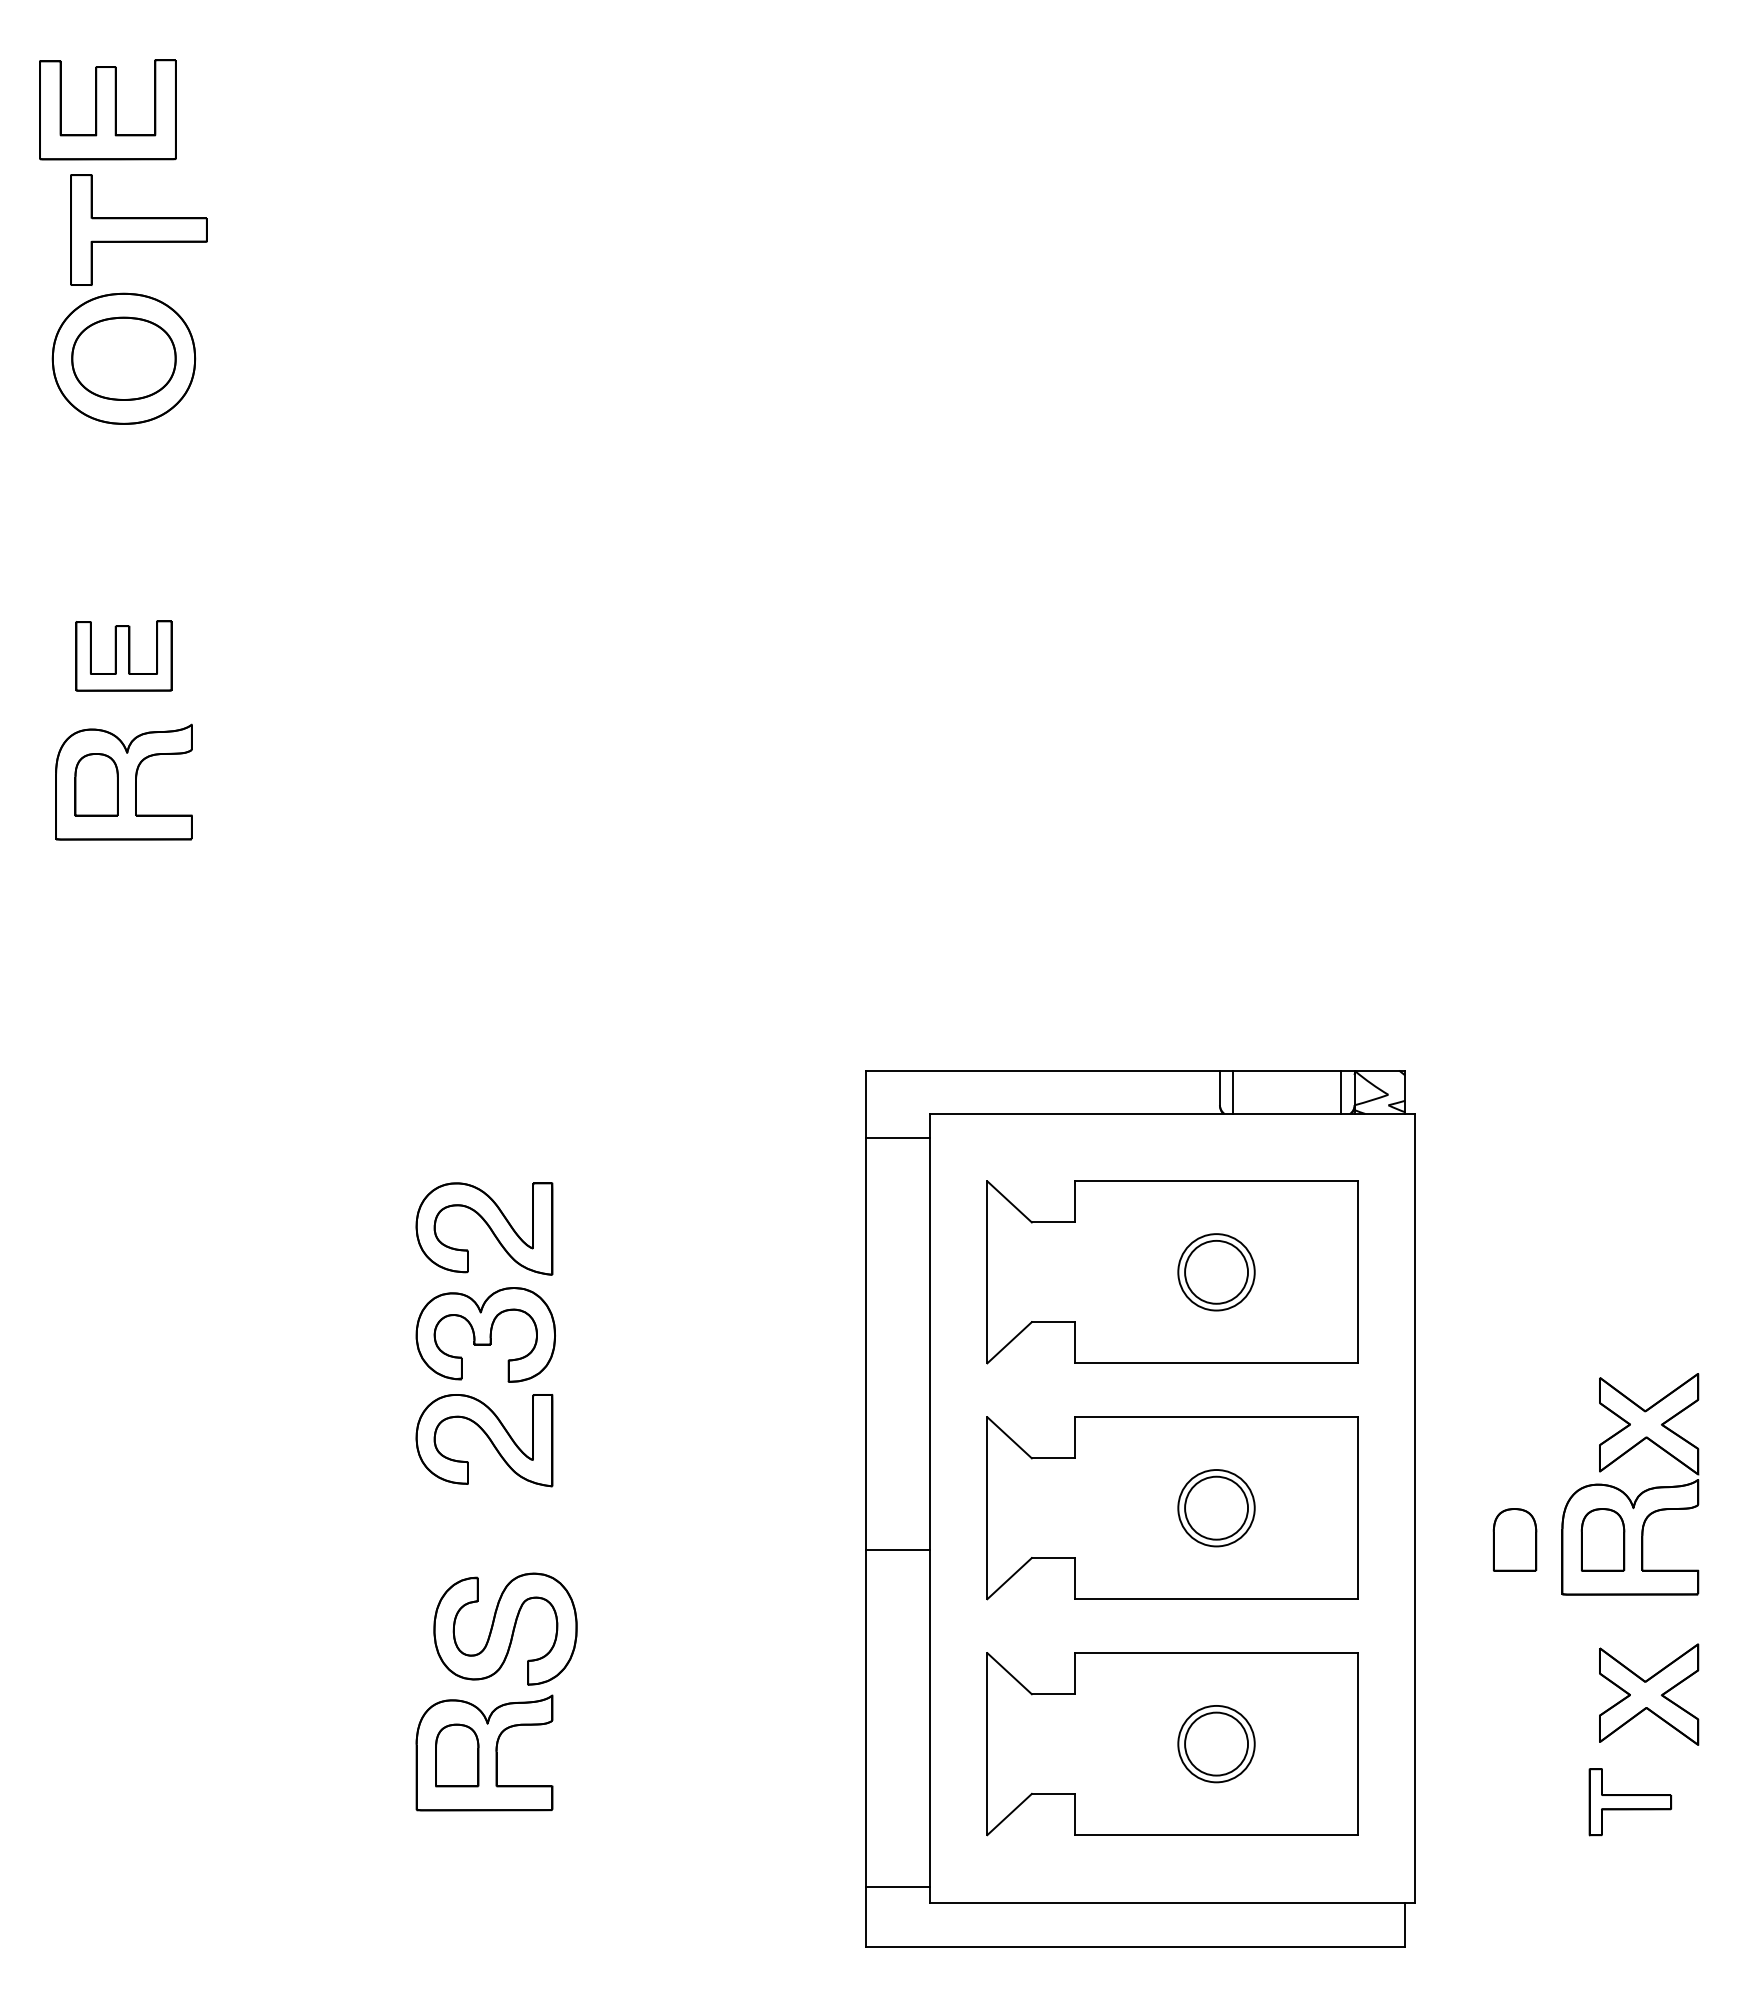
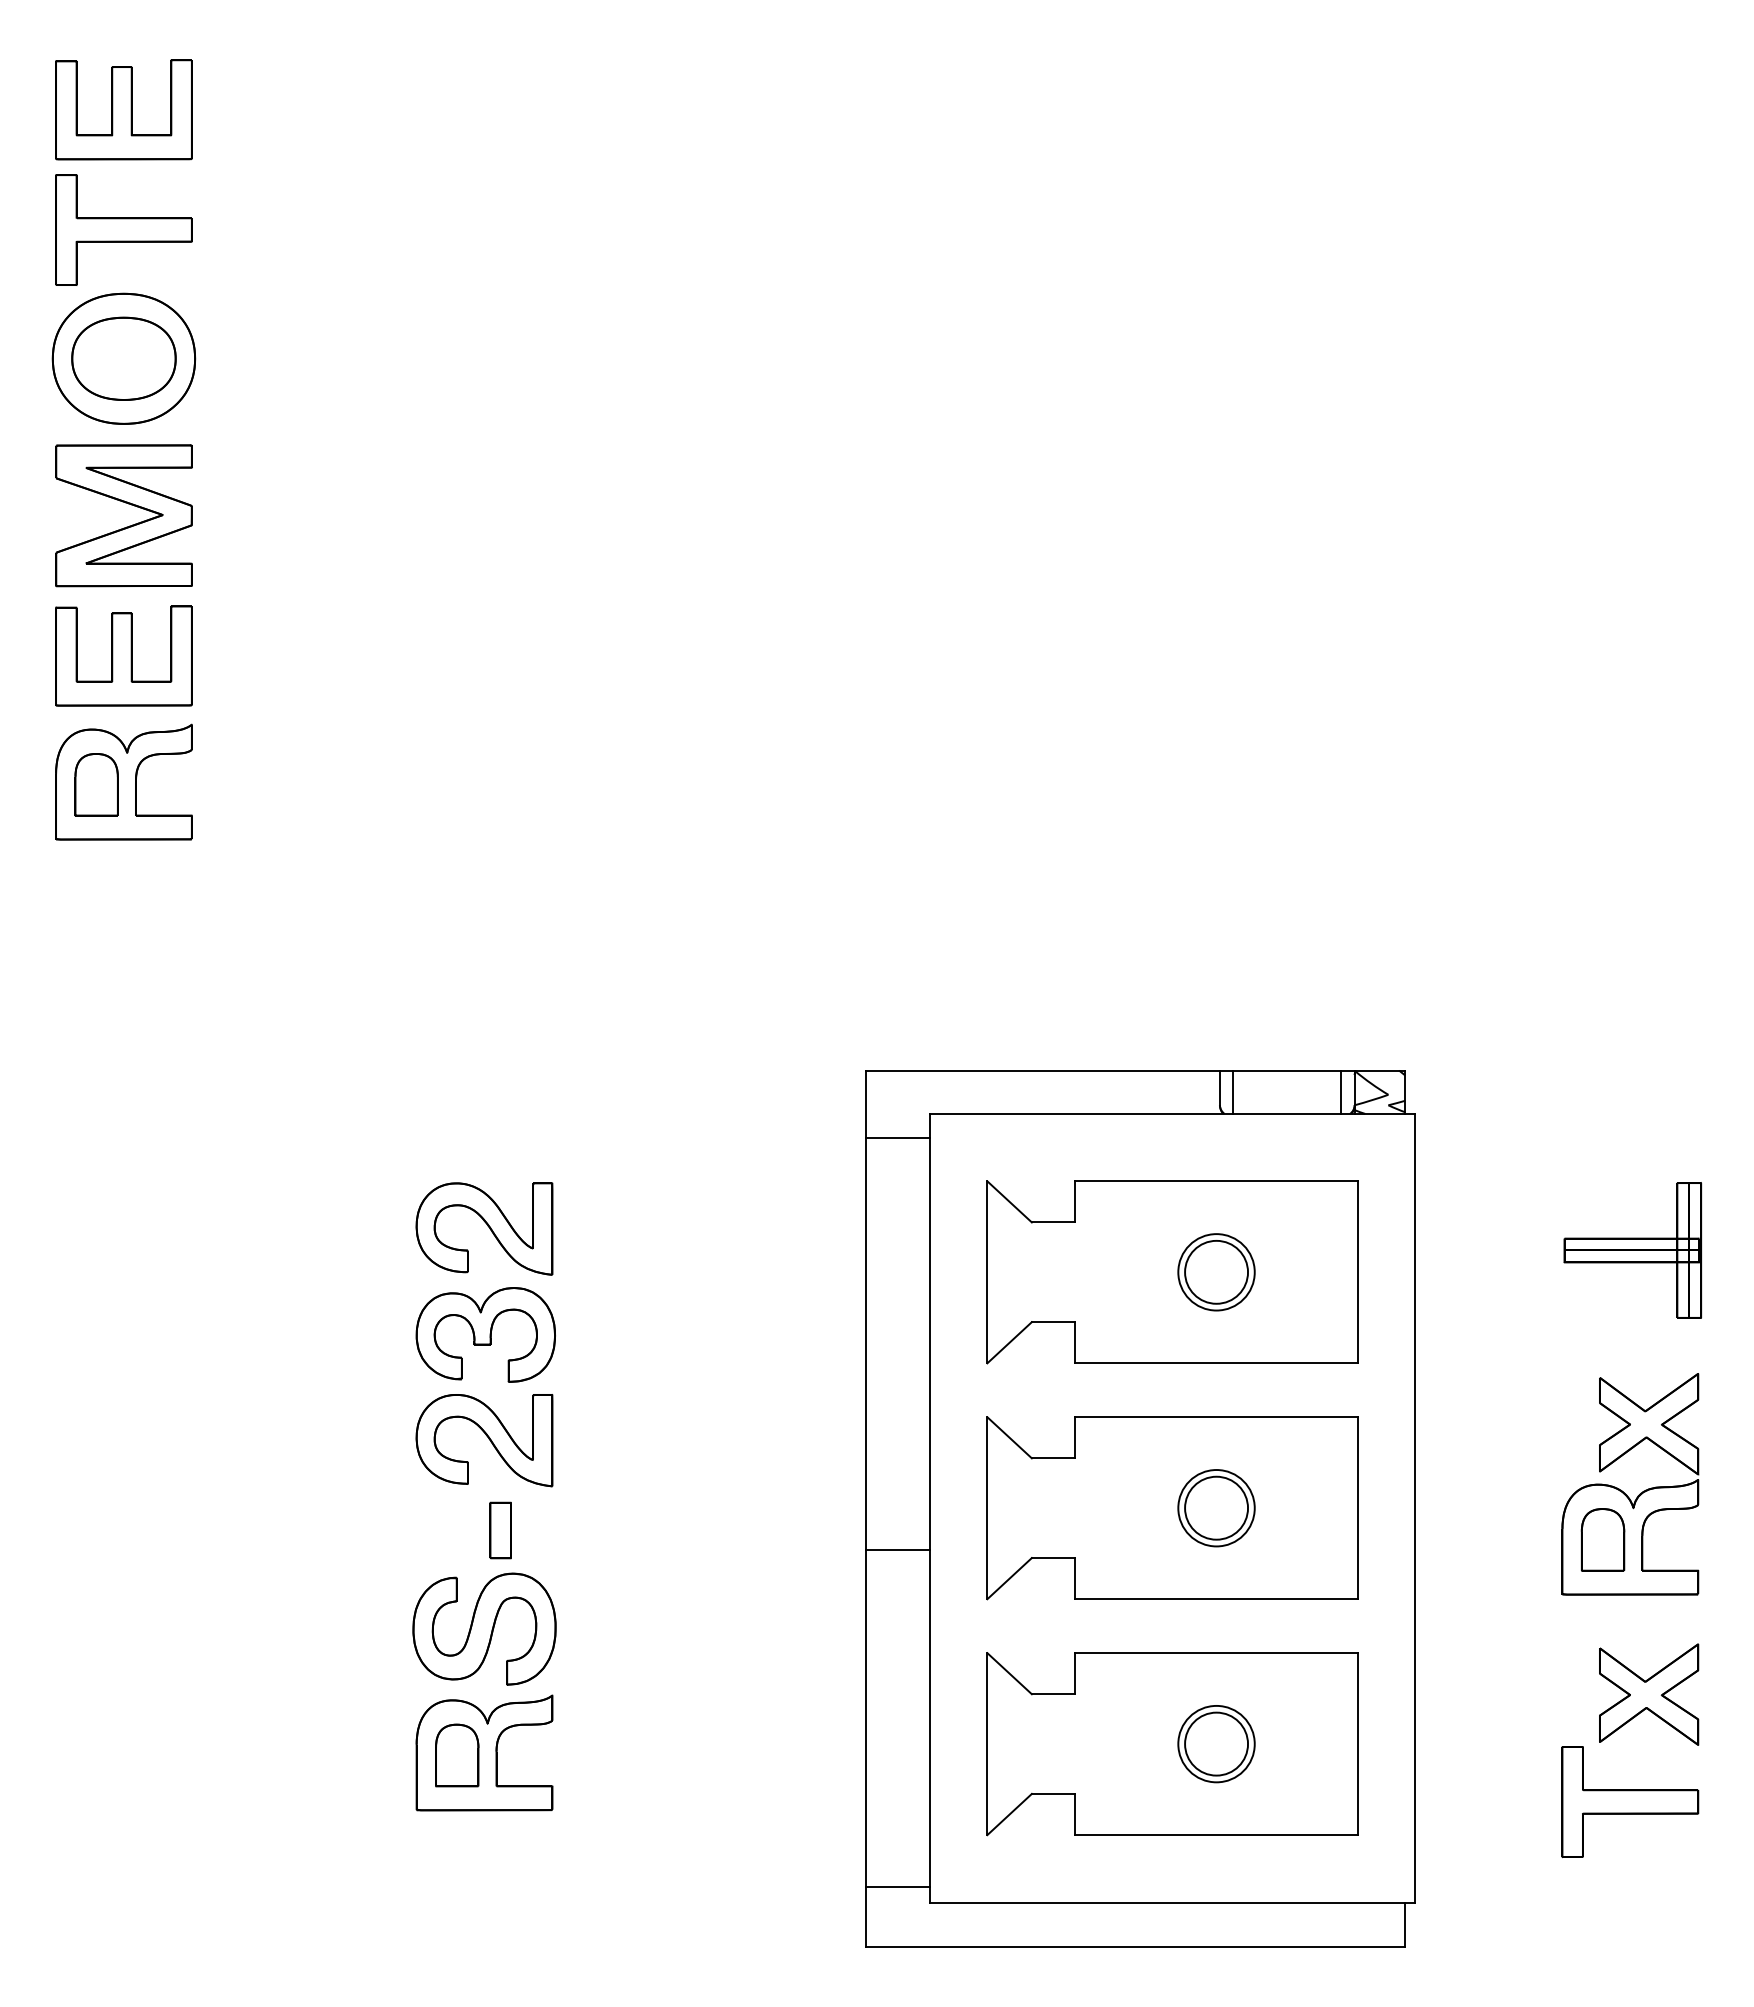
part at (107, 109) position: (107, 109) -> (123, 109)
part at (138, 229) position: (138, 229) -> (123, 229)
part at (126, 526): none -> present
part at (123, 655) size: 98x72 px -> 138x102 px
part at (1632, 1250): none -> present
part at (500, 1530): none -> present
part at (1514, 1539): present -> none
part at (505, 1628) position: (505, 1628) -> (484, 1628)
part at (1629, 1802) size: 84x69 px -> 139x113 px
